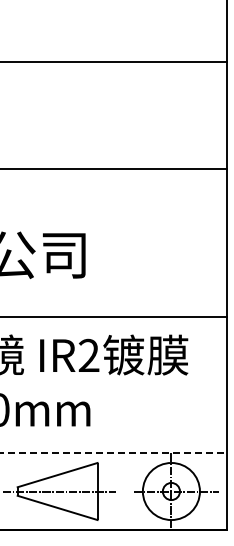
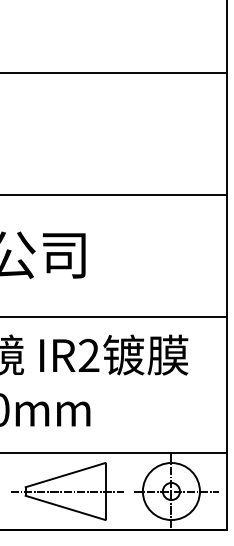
line at (114, 62) position: (114, 62) -> (114, 73)
line at (114, 168) position: (114, 168) -> (114, 194)
line at (114, 453): dashed -> solid
part at (59, 491) position: (59, 491) -> (67, 491)
